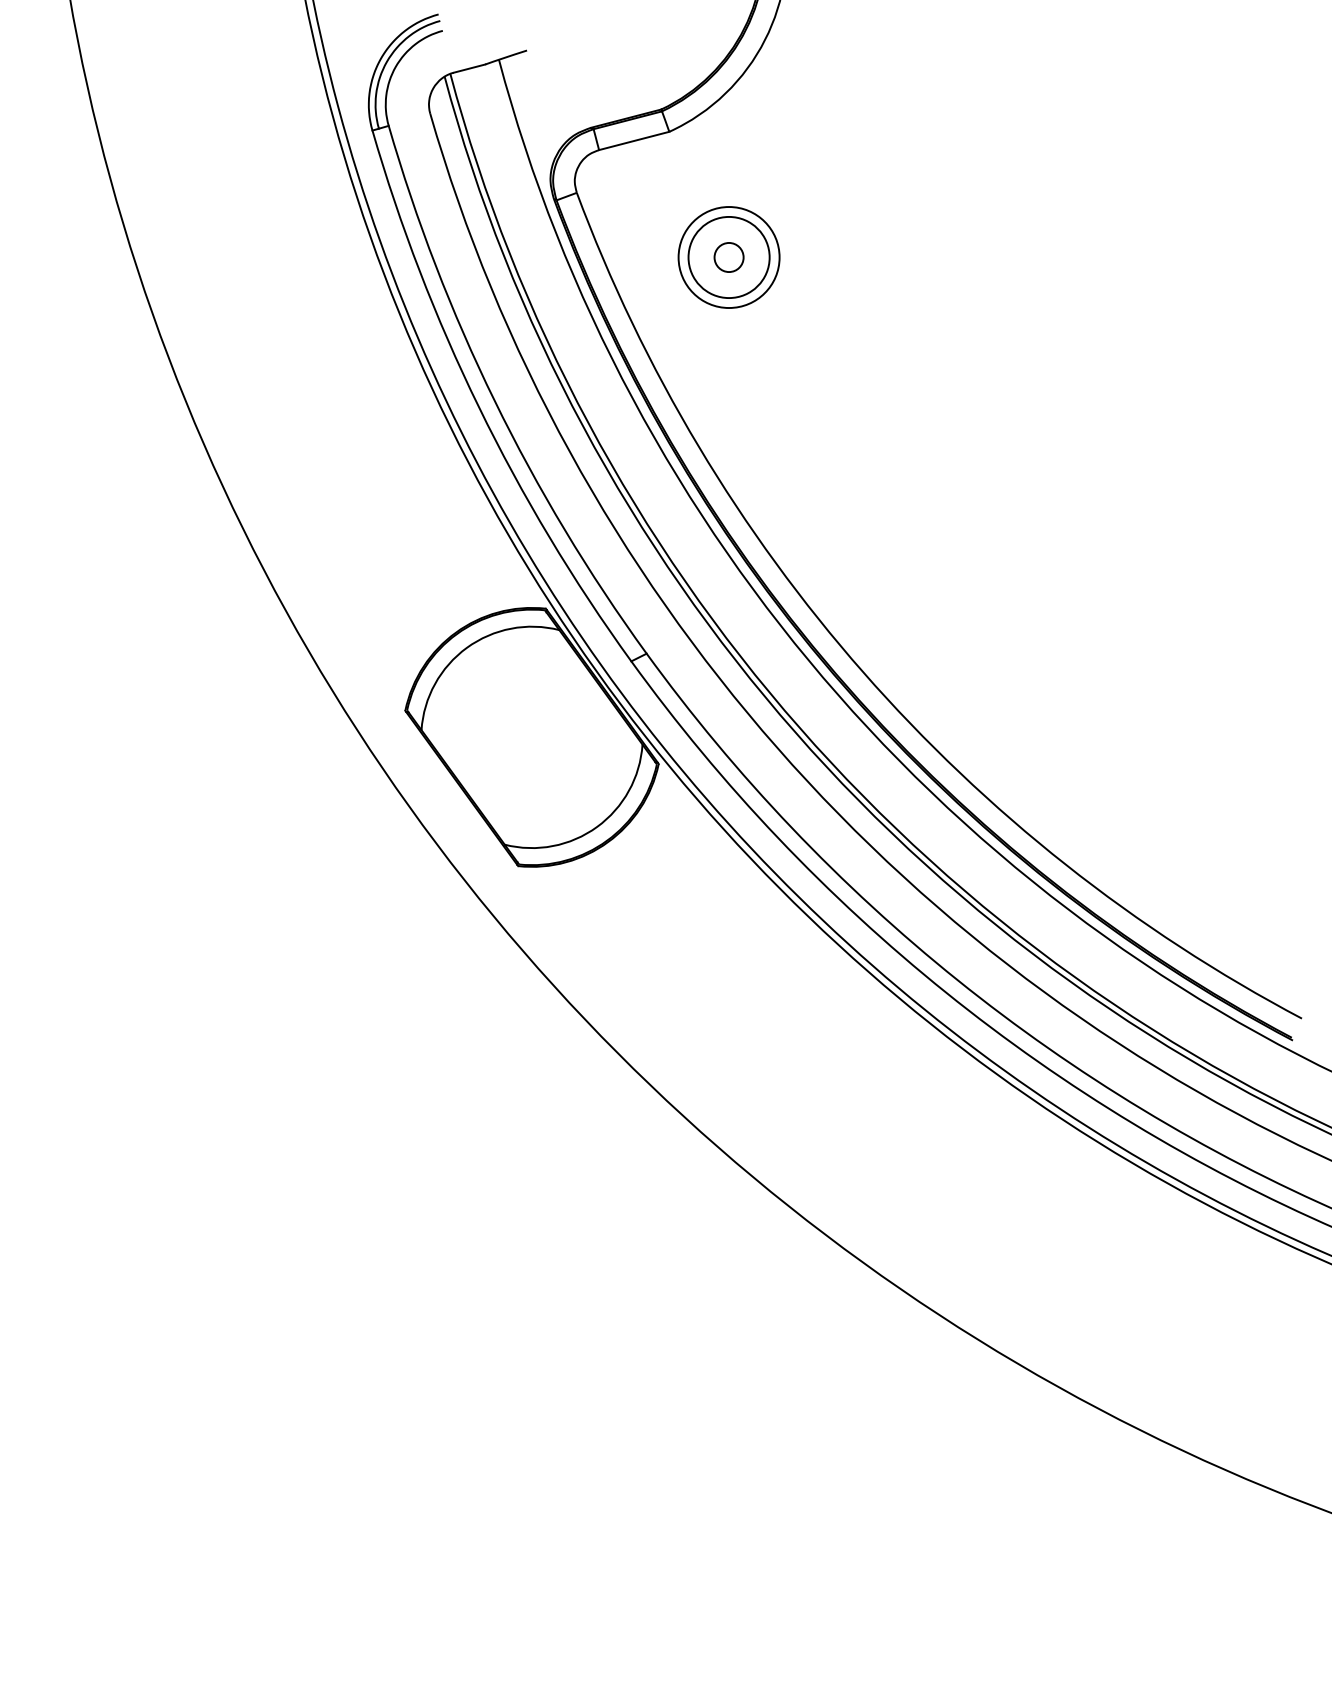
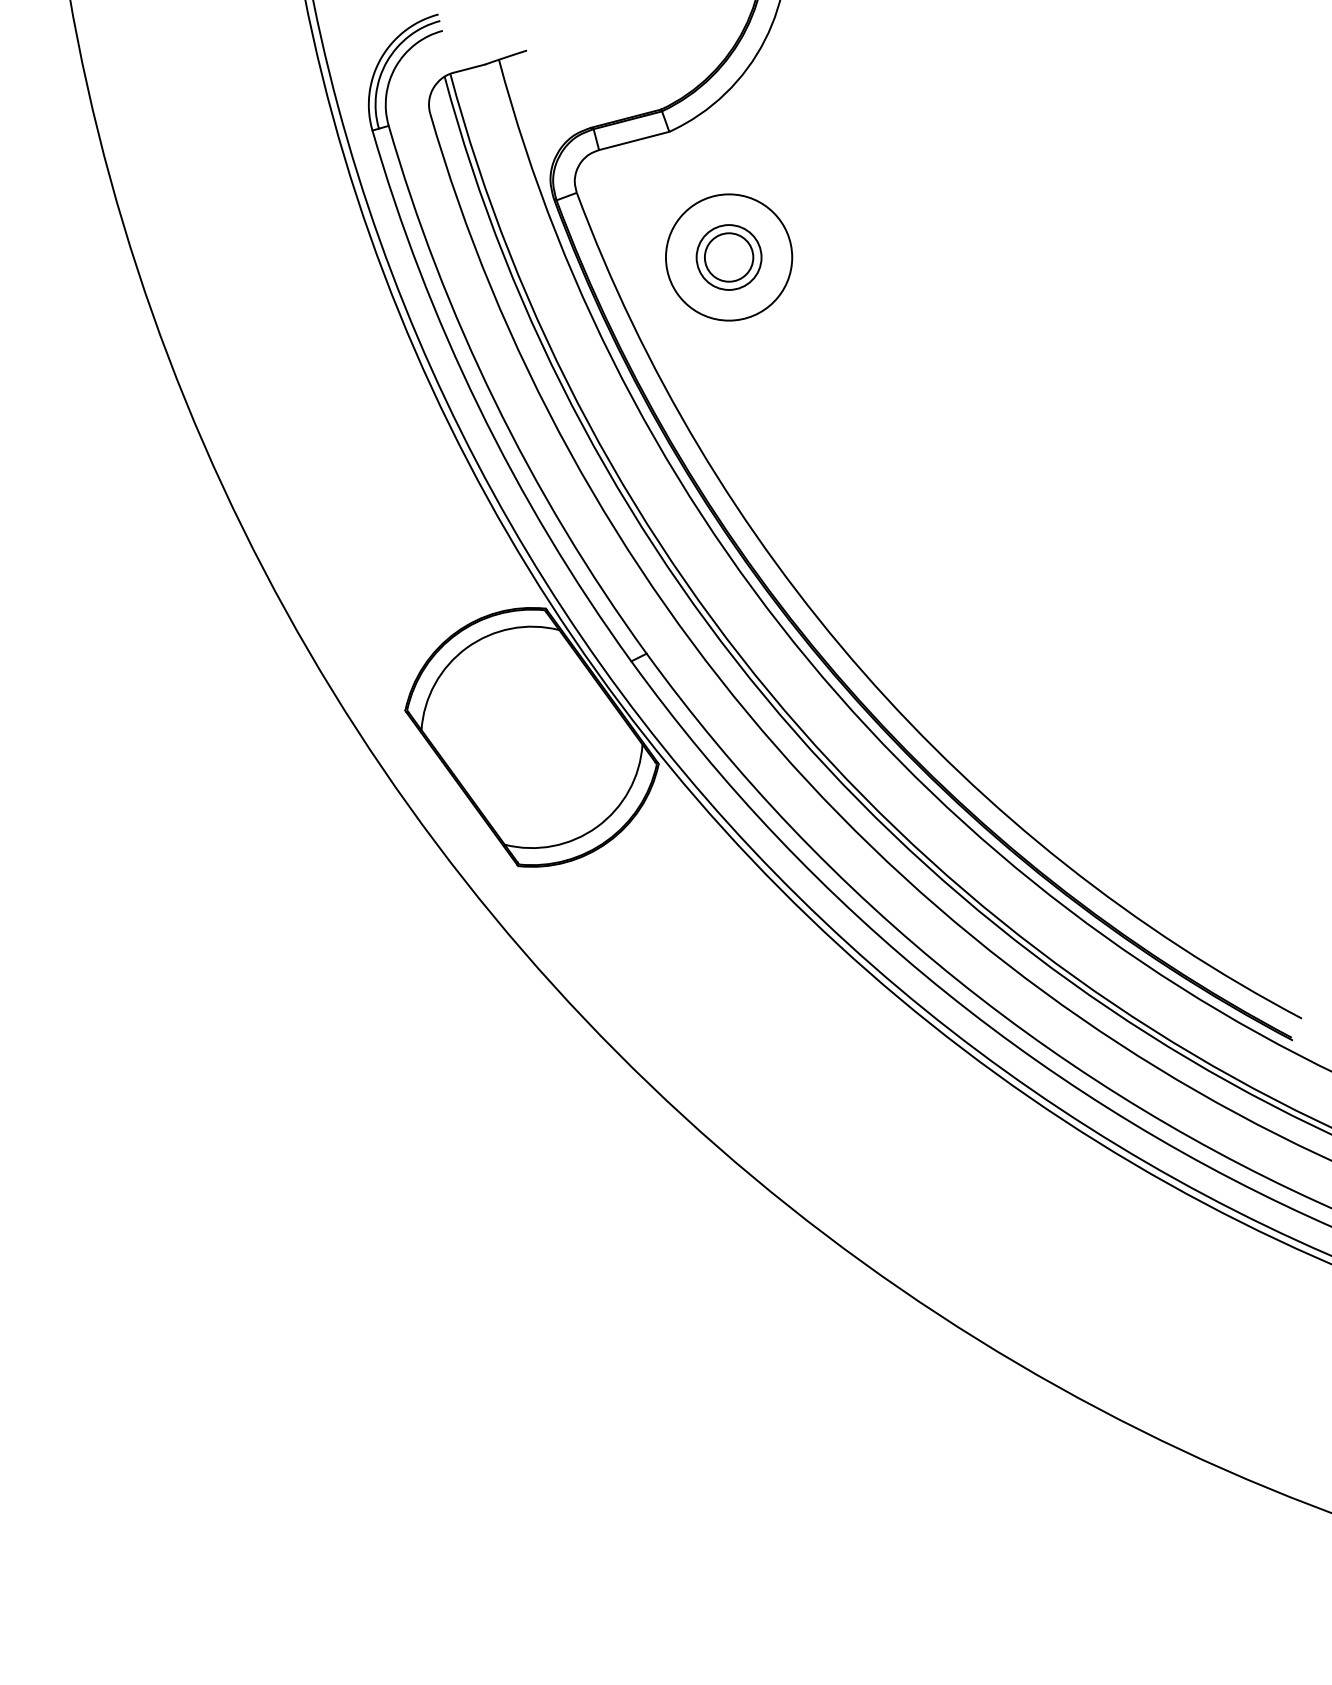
circle at (728, 257) diameter: 101 px -> 126 px
circle at (728, 257) diameter: 29 px -> 48 px
circle at (728, 257) diameter: 81 px -> 65 px
